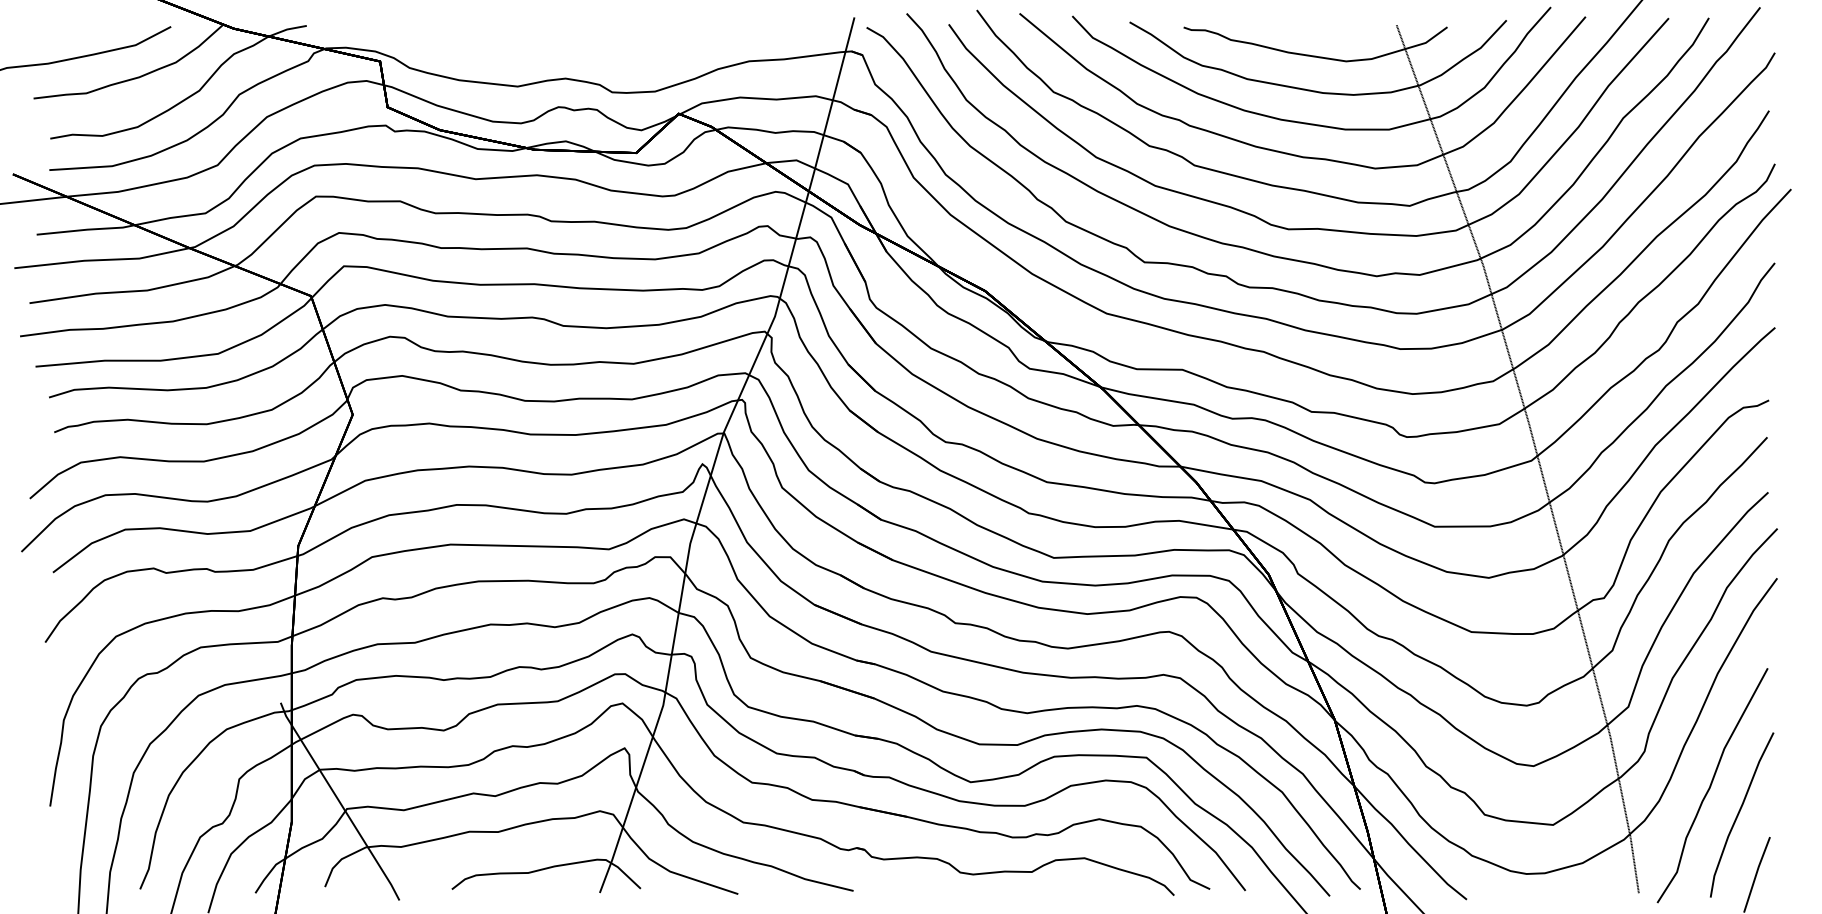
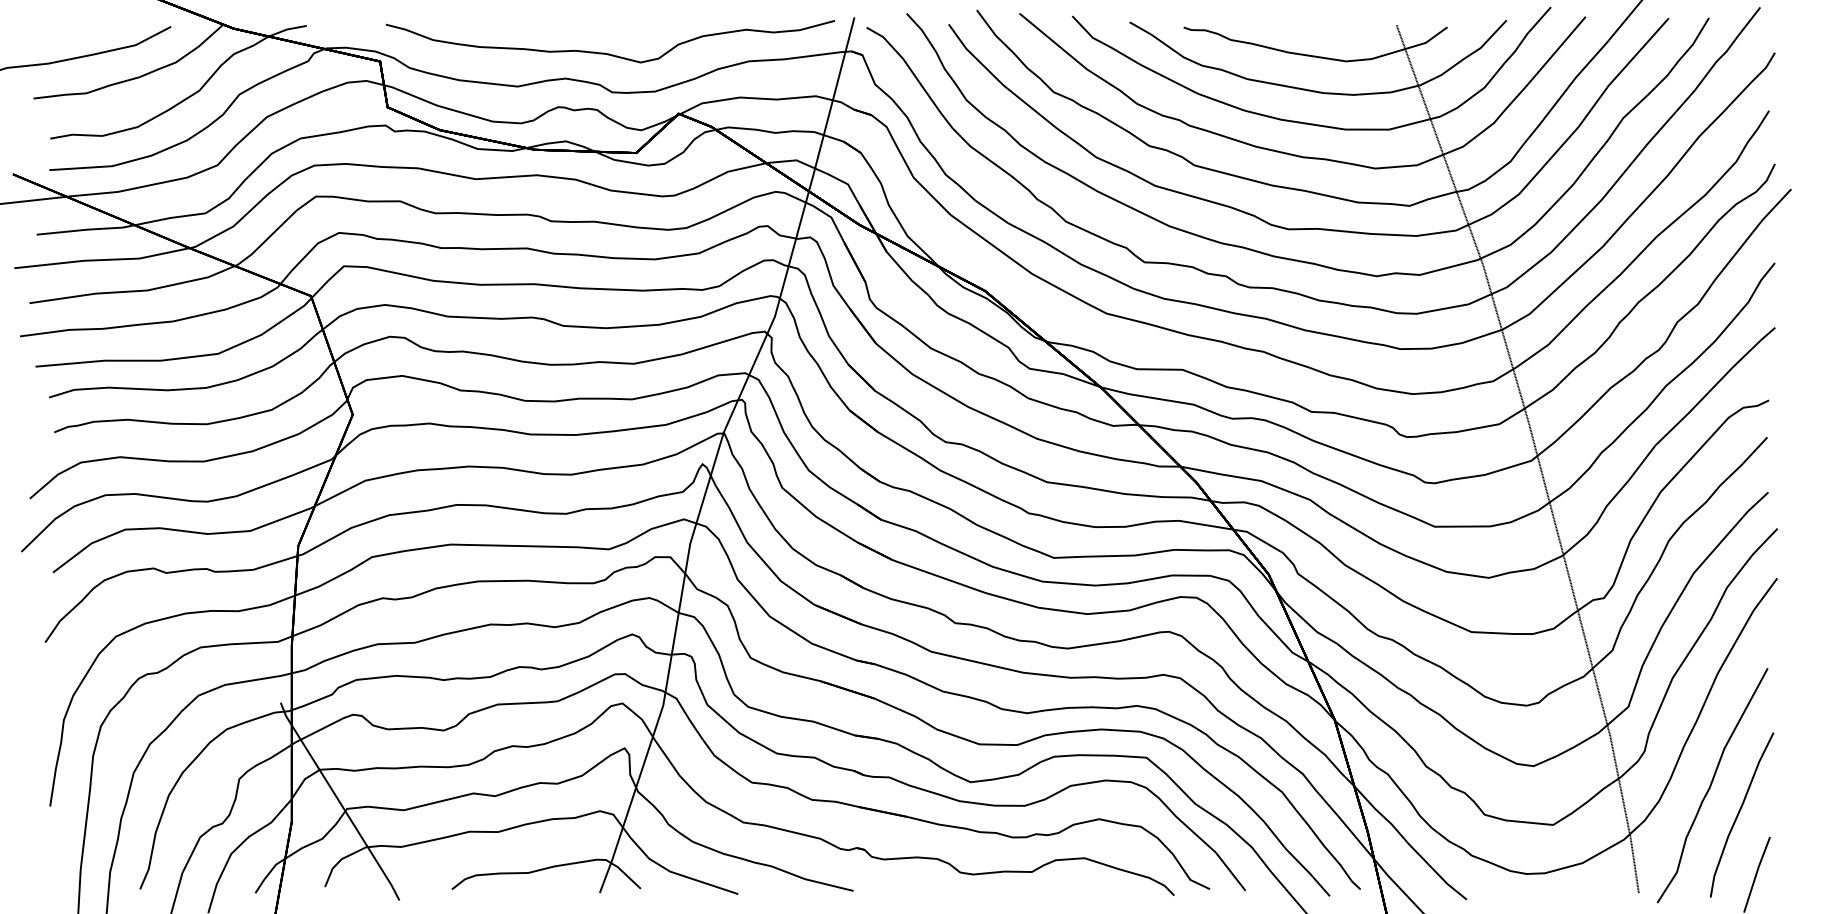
curve at (609, 53): none -> present
